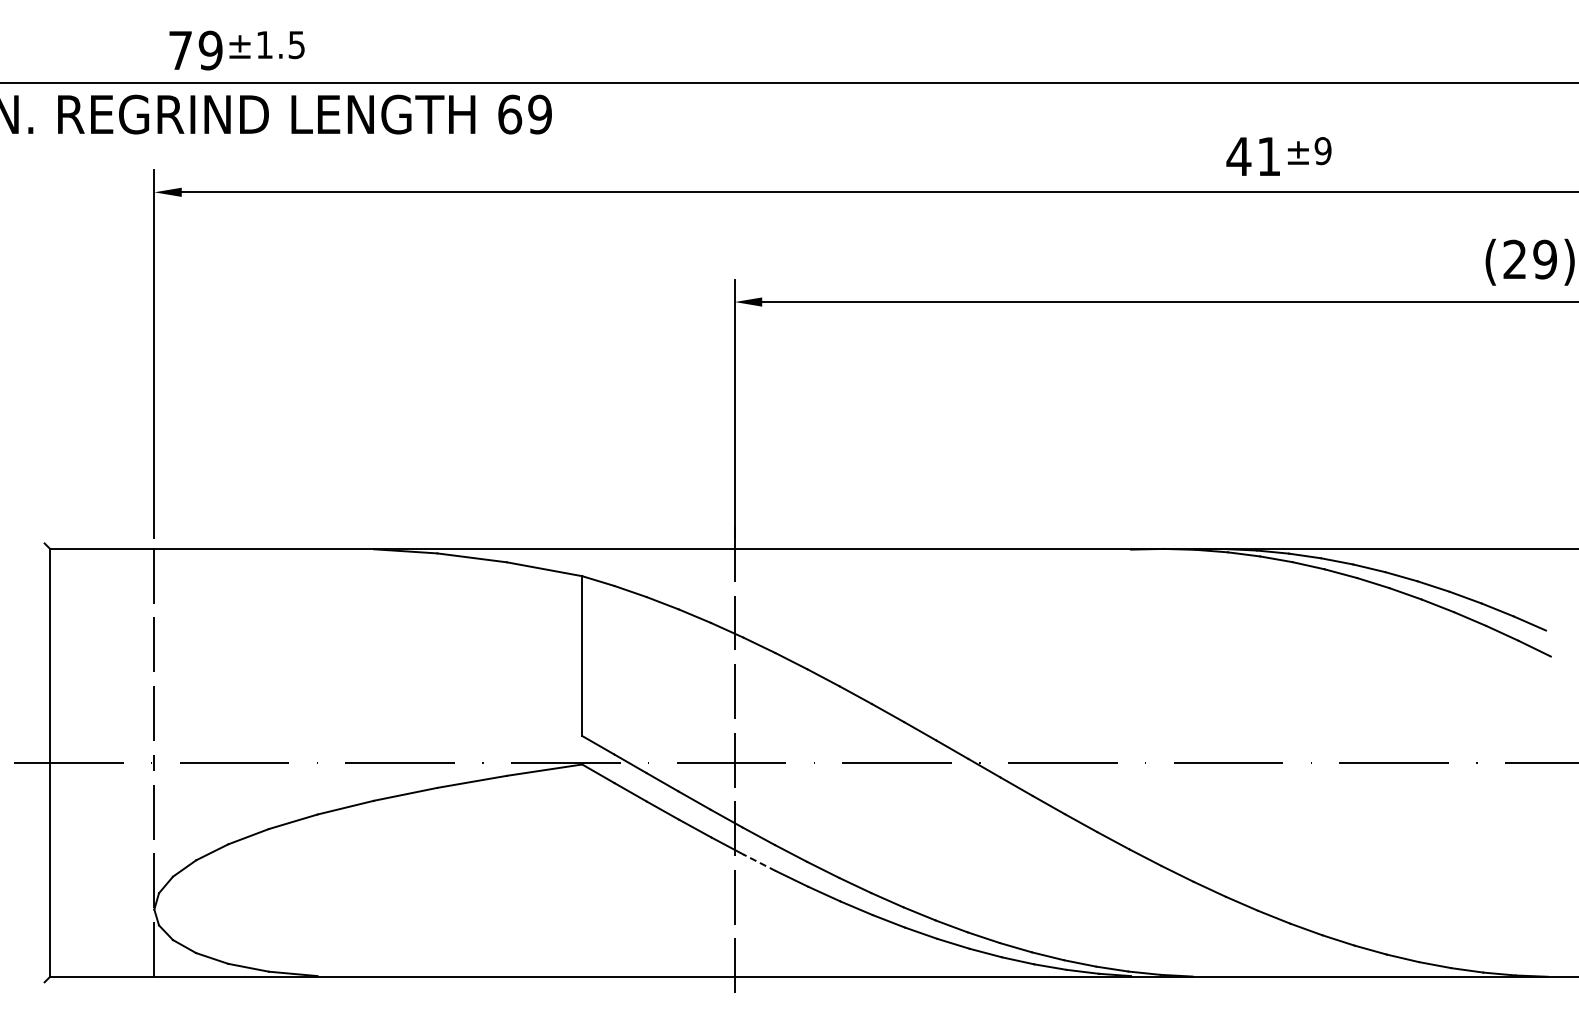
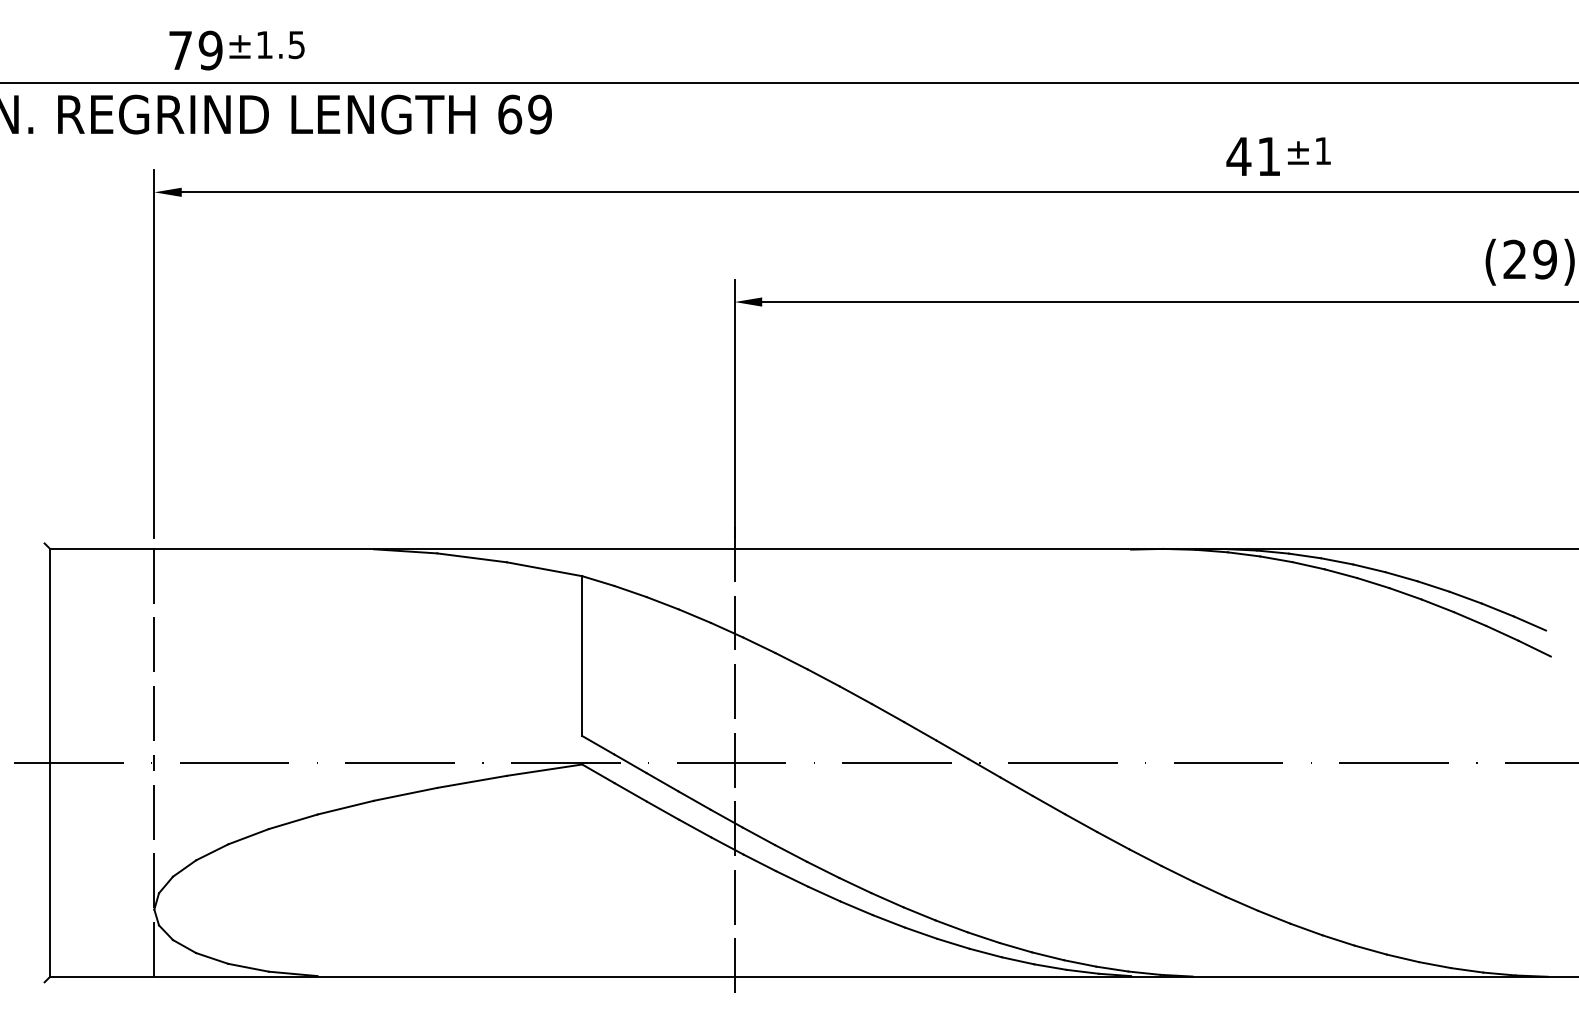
text at (1322, 151): ±9 -> ±1
line at (759, 862): dashed -> solid
